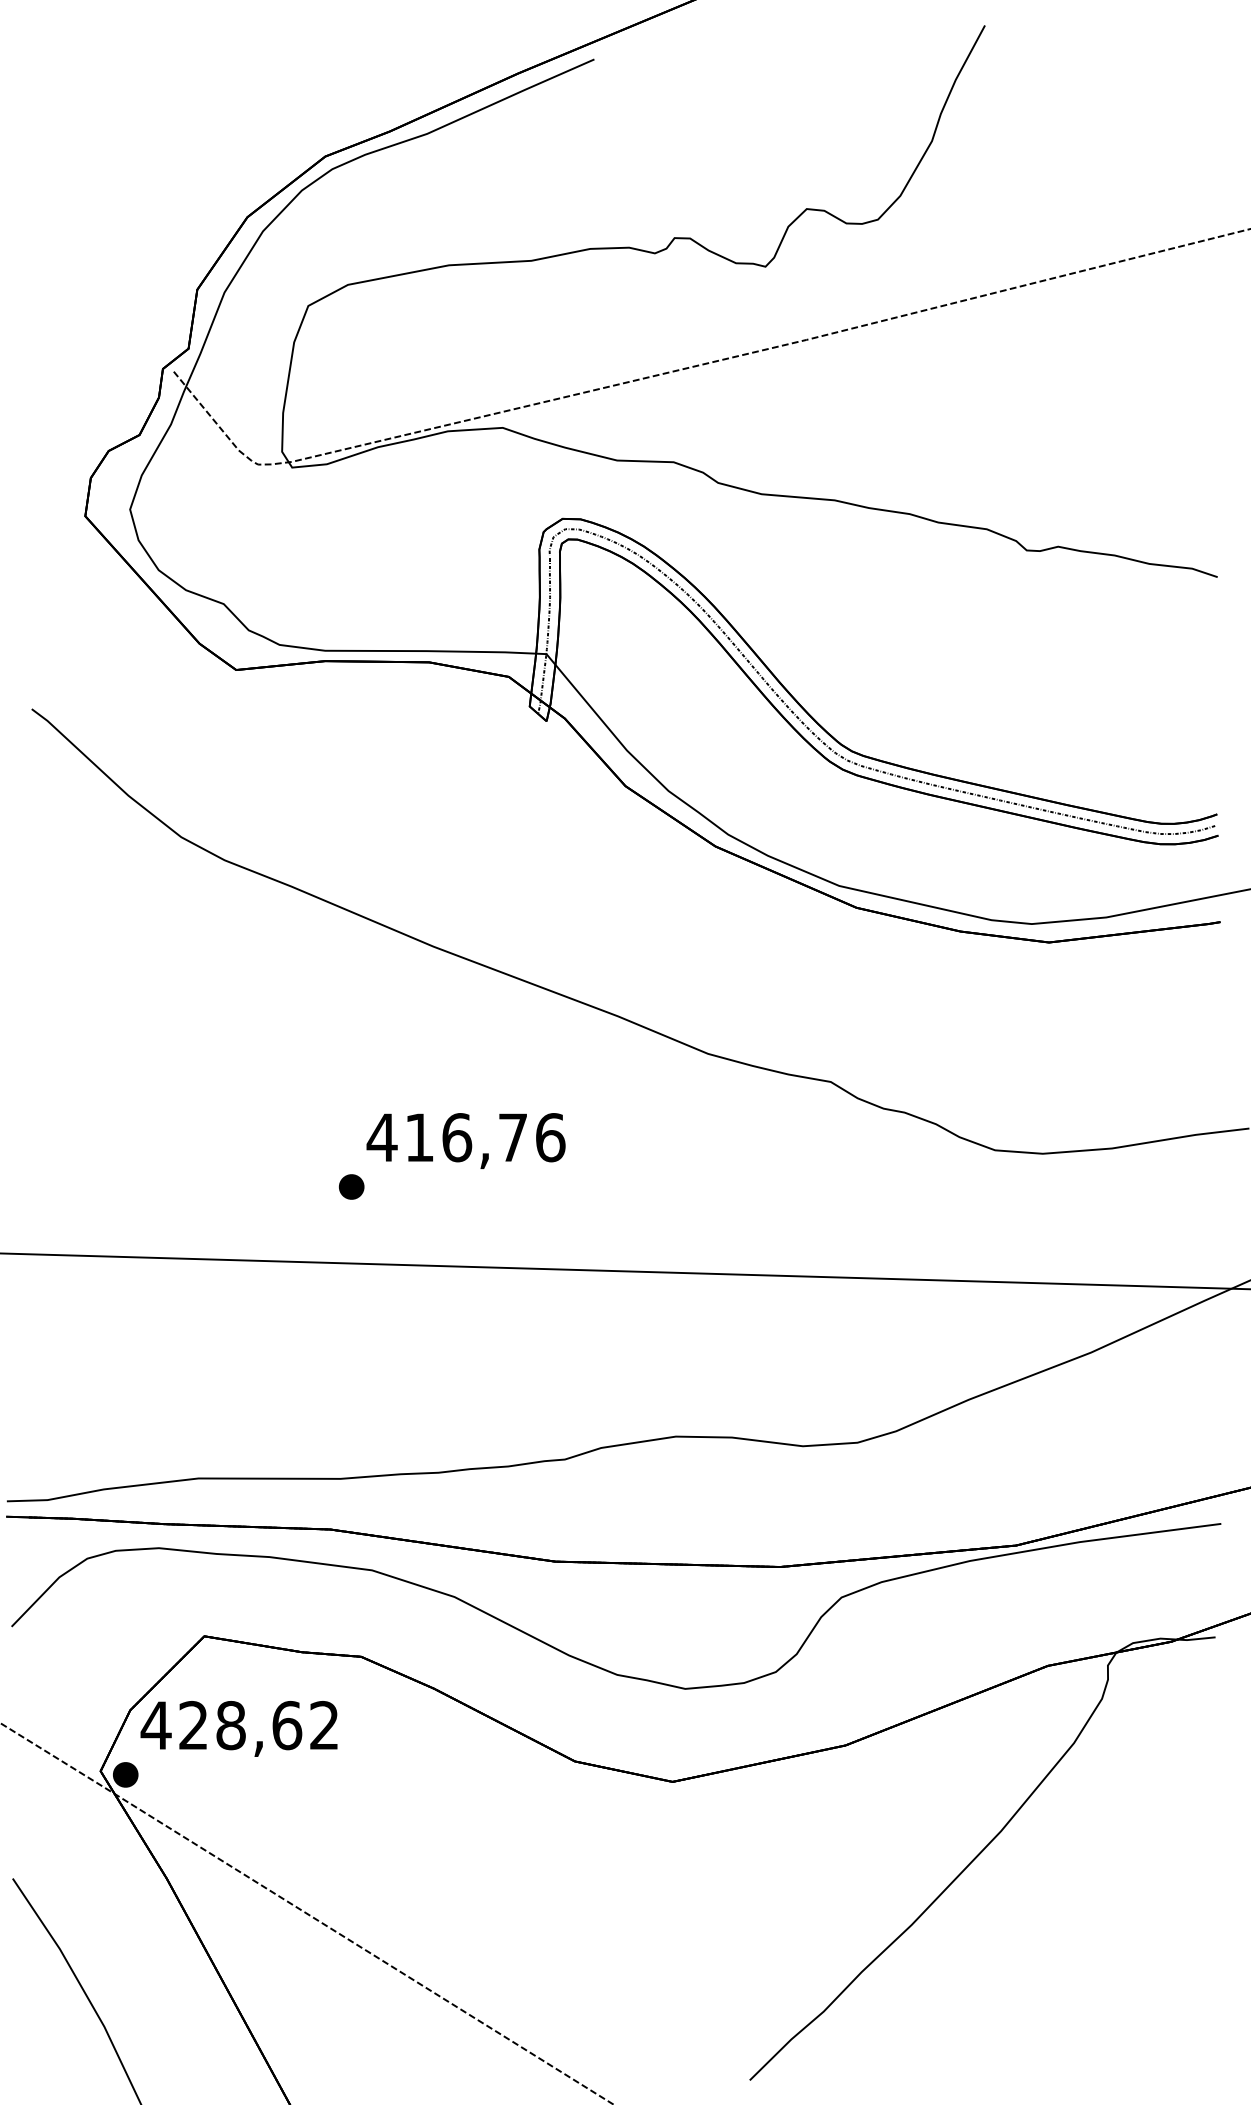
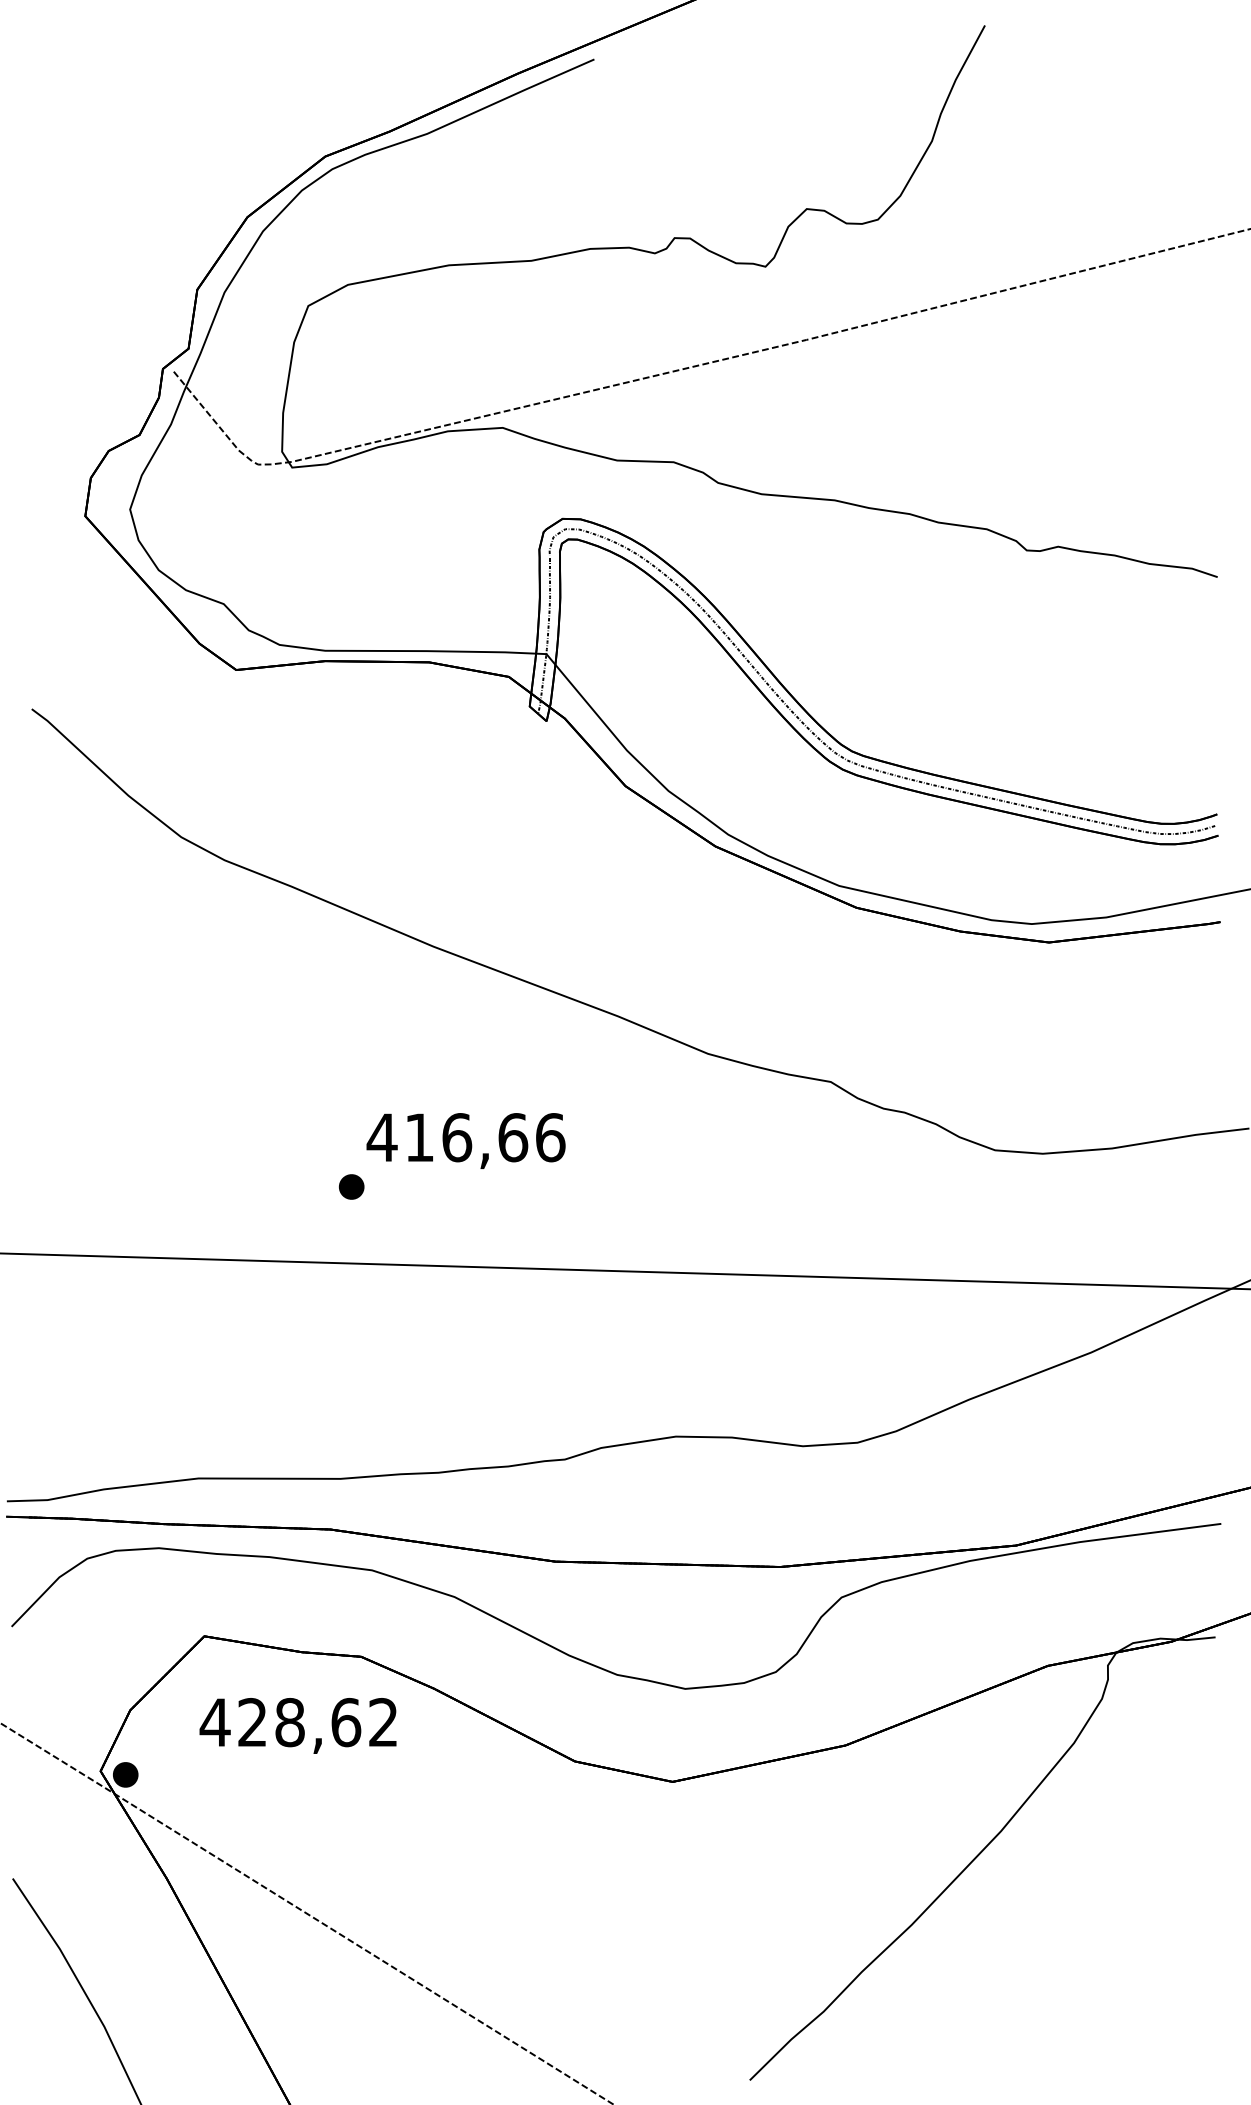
text at (513, 1137): 416,76 -> 416,66
text at (238, 1728) position: (238, 1728) -> (297, 1725)
